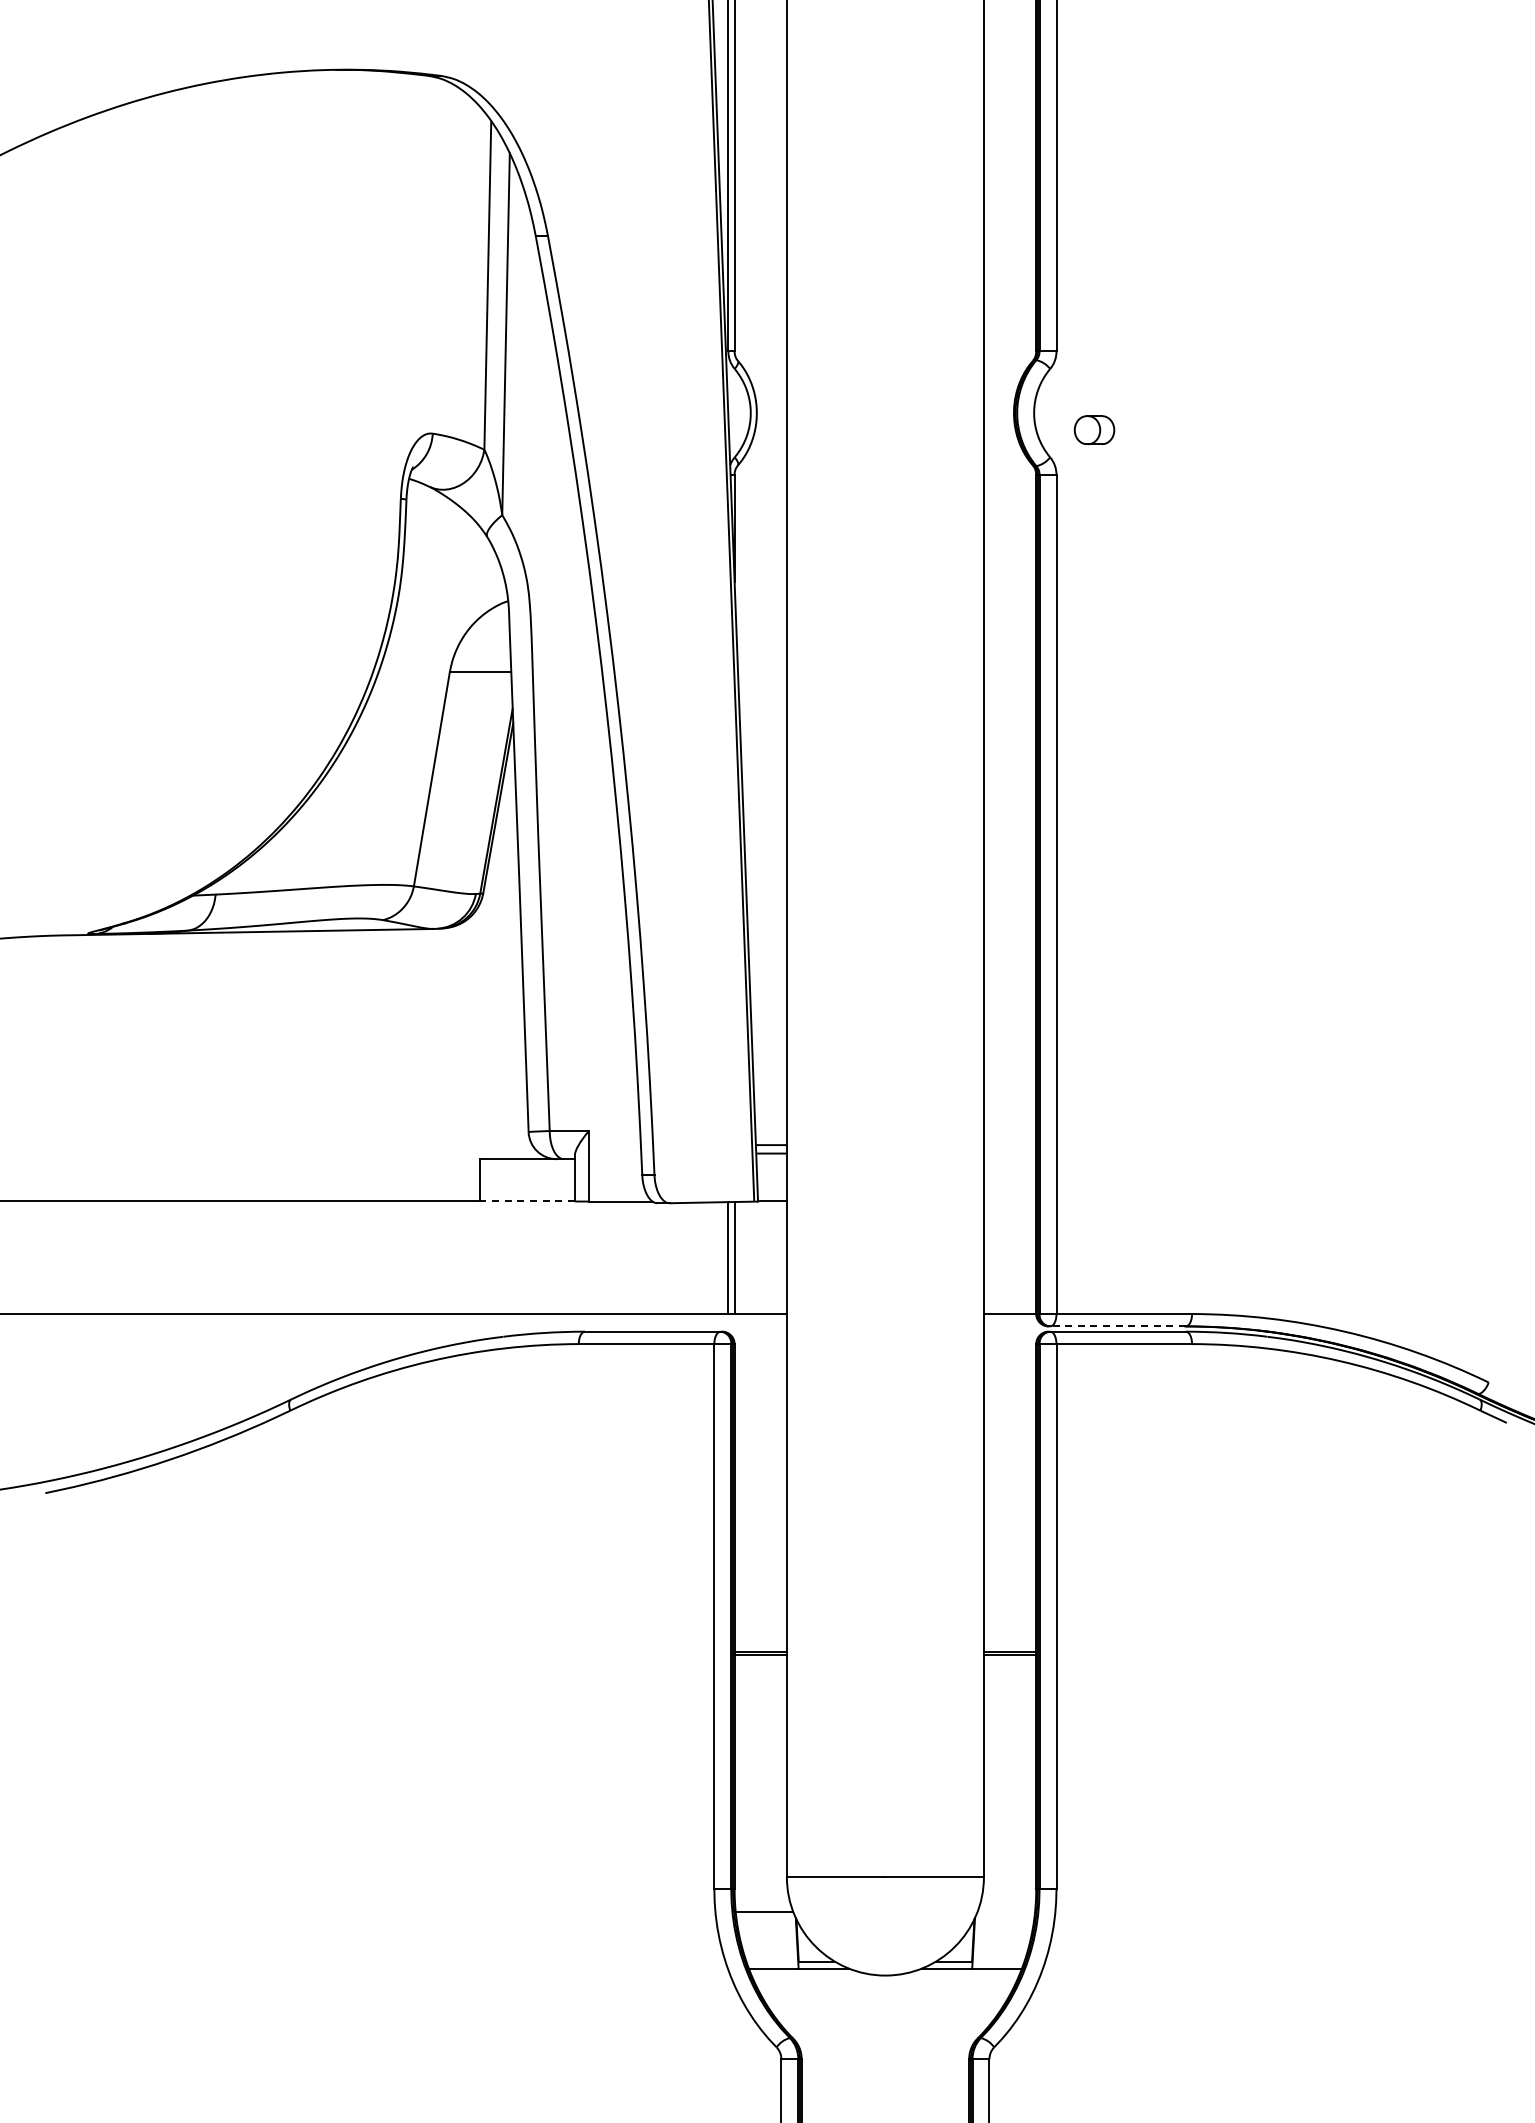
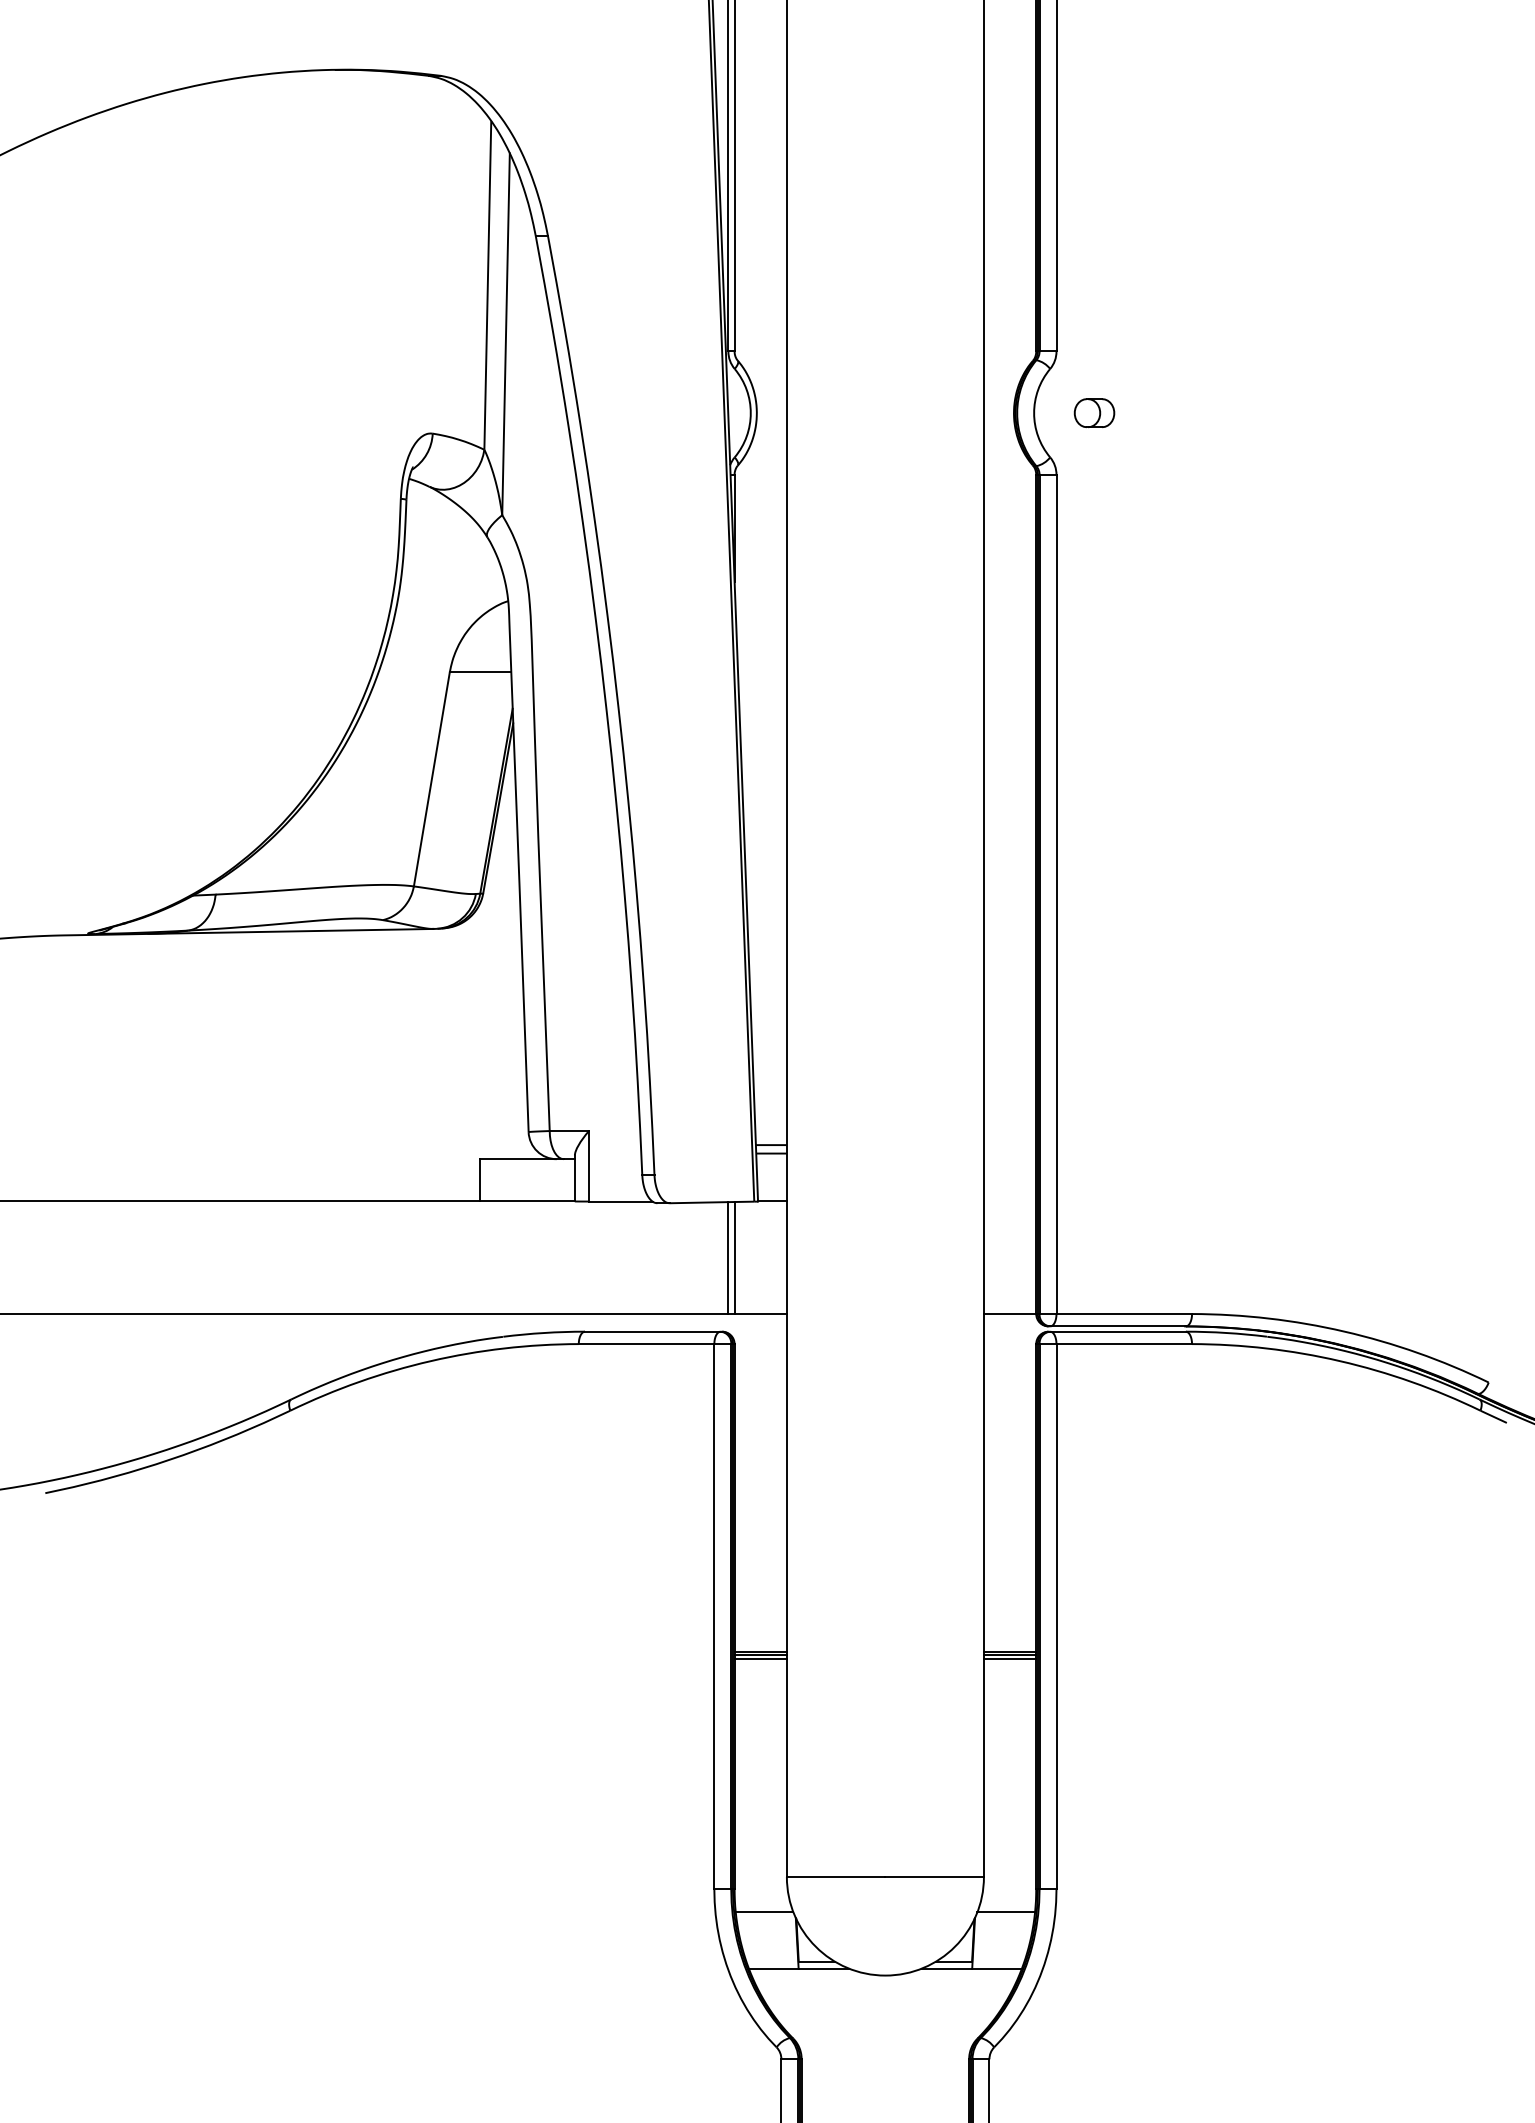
part at (1094, 430) position: (1094, 430) -> (1094, 413)
line at (527, 1201): dashed -> solid
line at (1118, 1326): dashed -> solid
line at (760, 1658): none -> present
line at (1009, 1658): none -> present
line at (1006, 1912): none -> present
